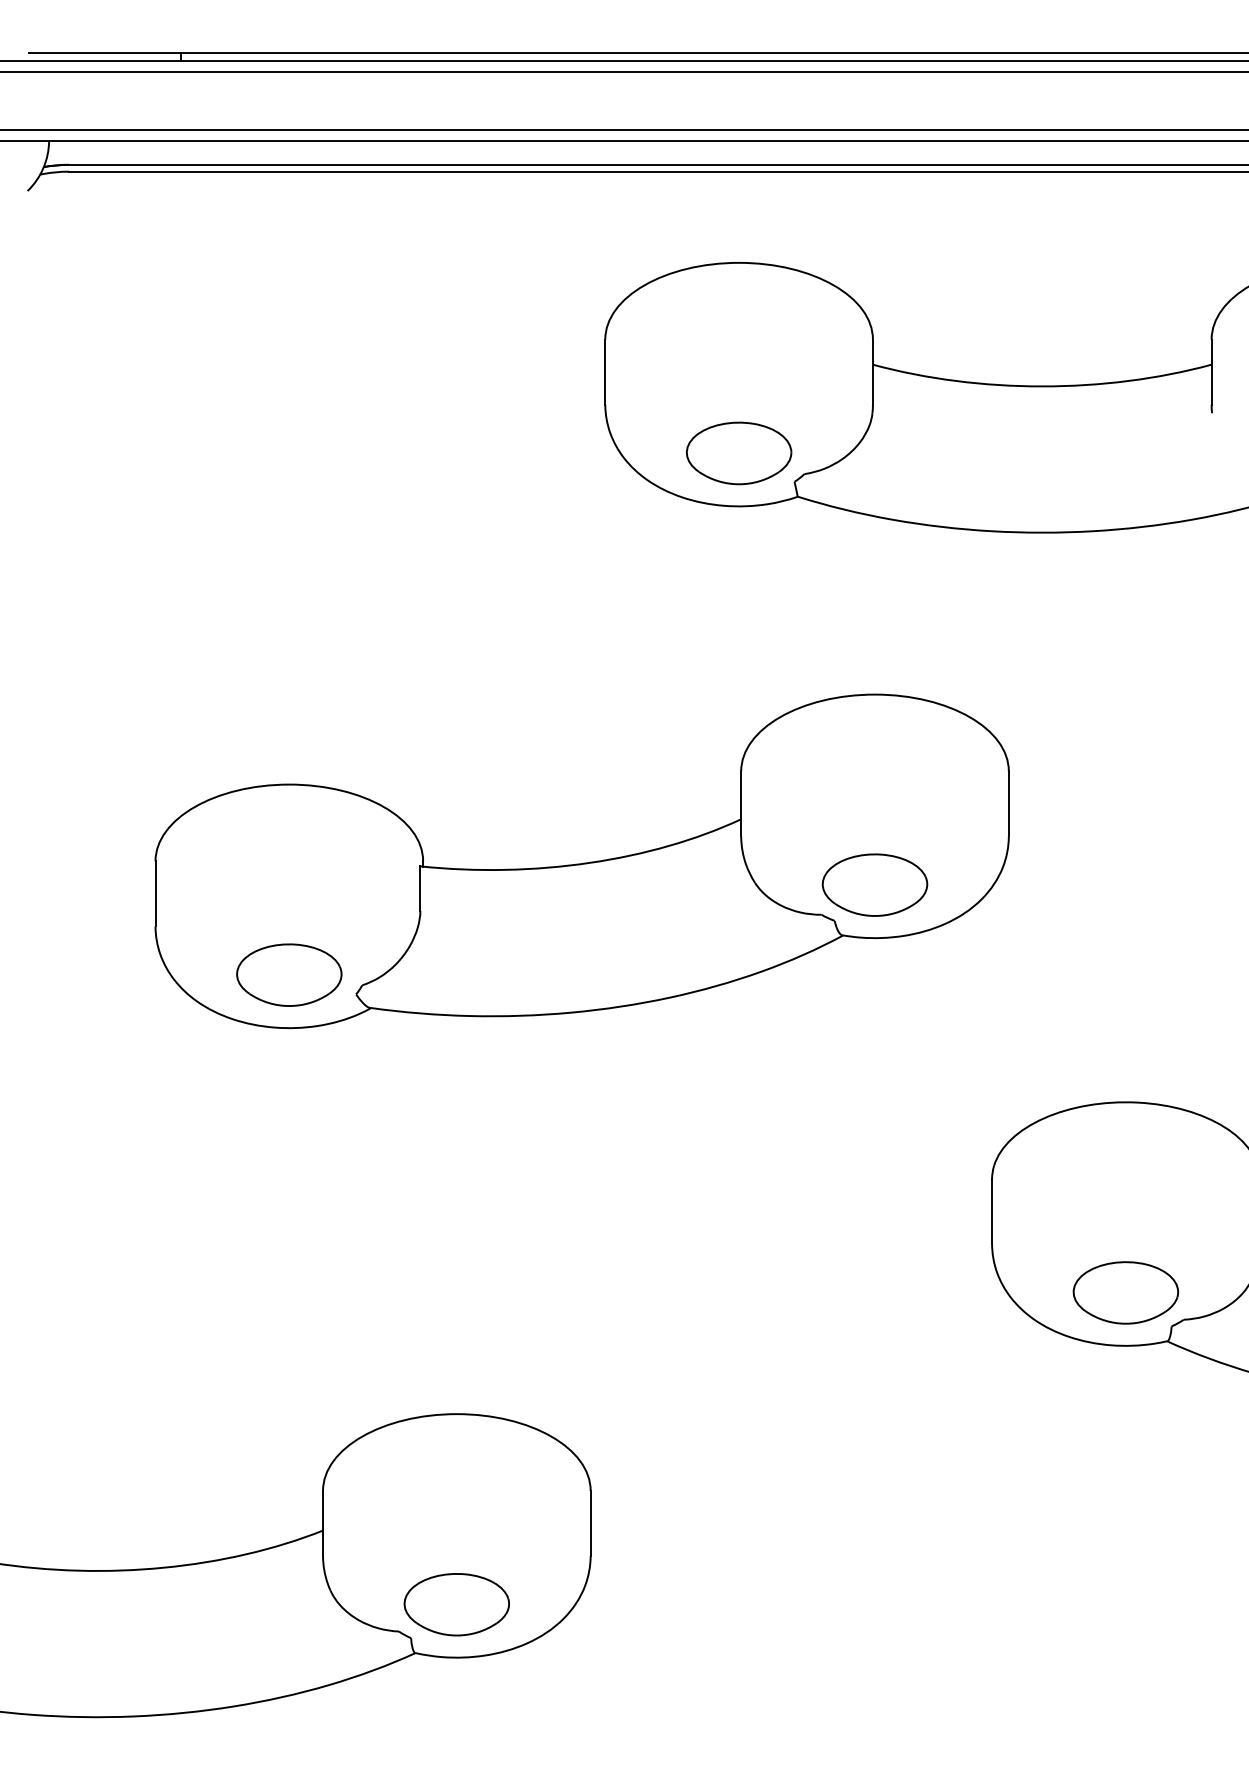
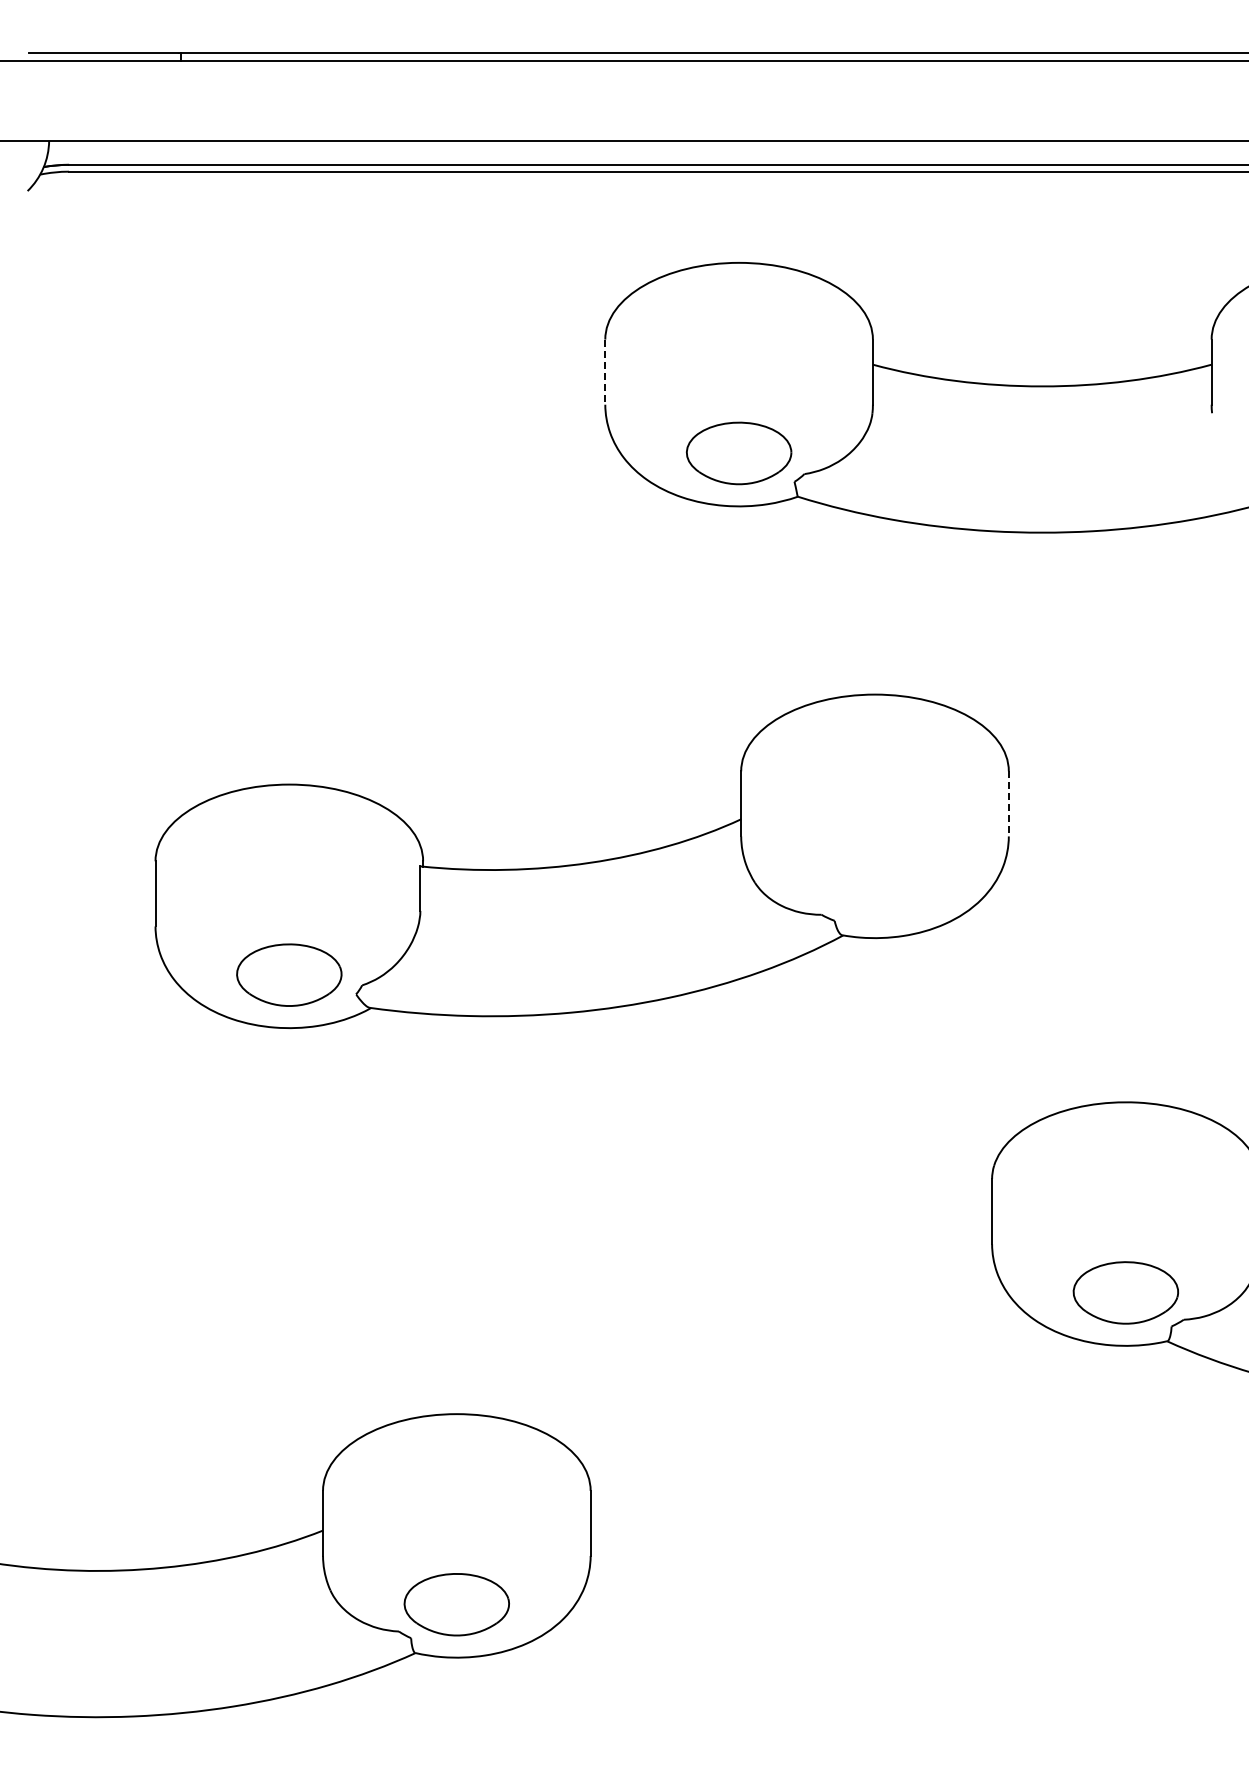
line at (623, 71): present -> none
line at (623, 130): present -> none
line at (605, 372): solid -> dashed
line at (1008, 803): solid -> dashed
part at (874, 884): present -> none
